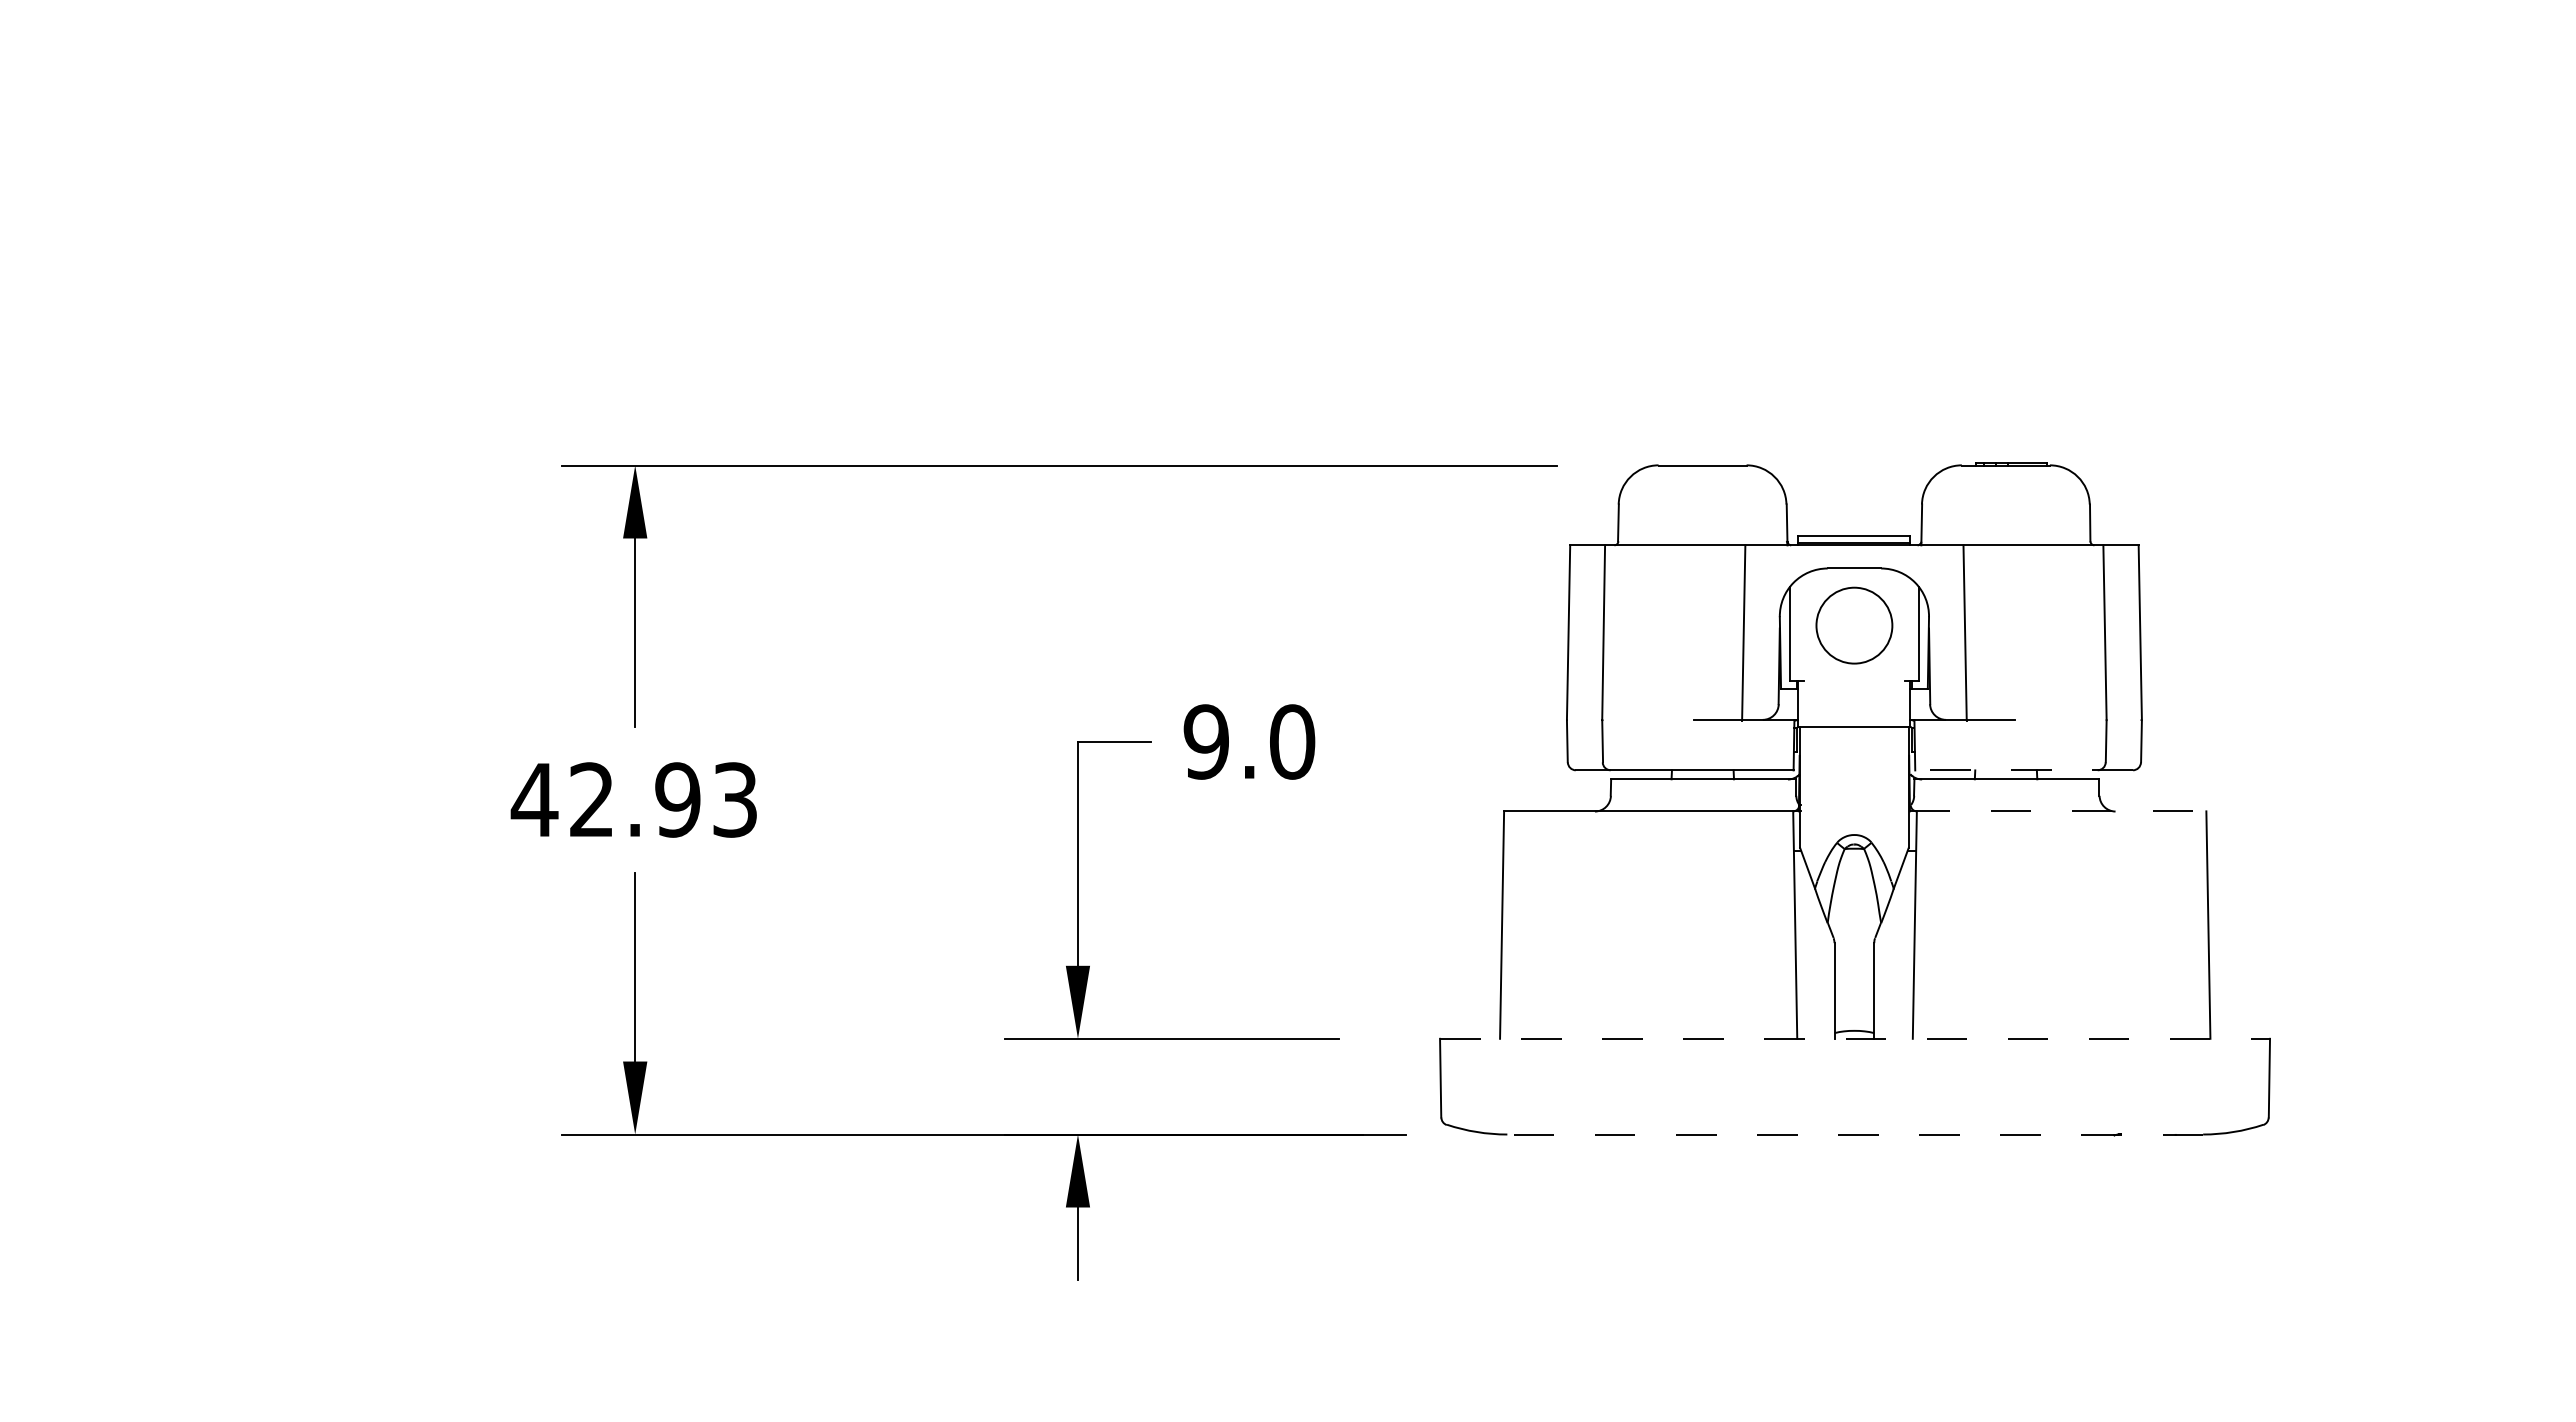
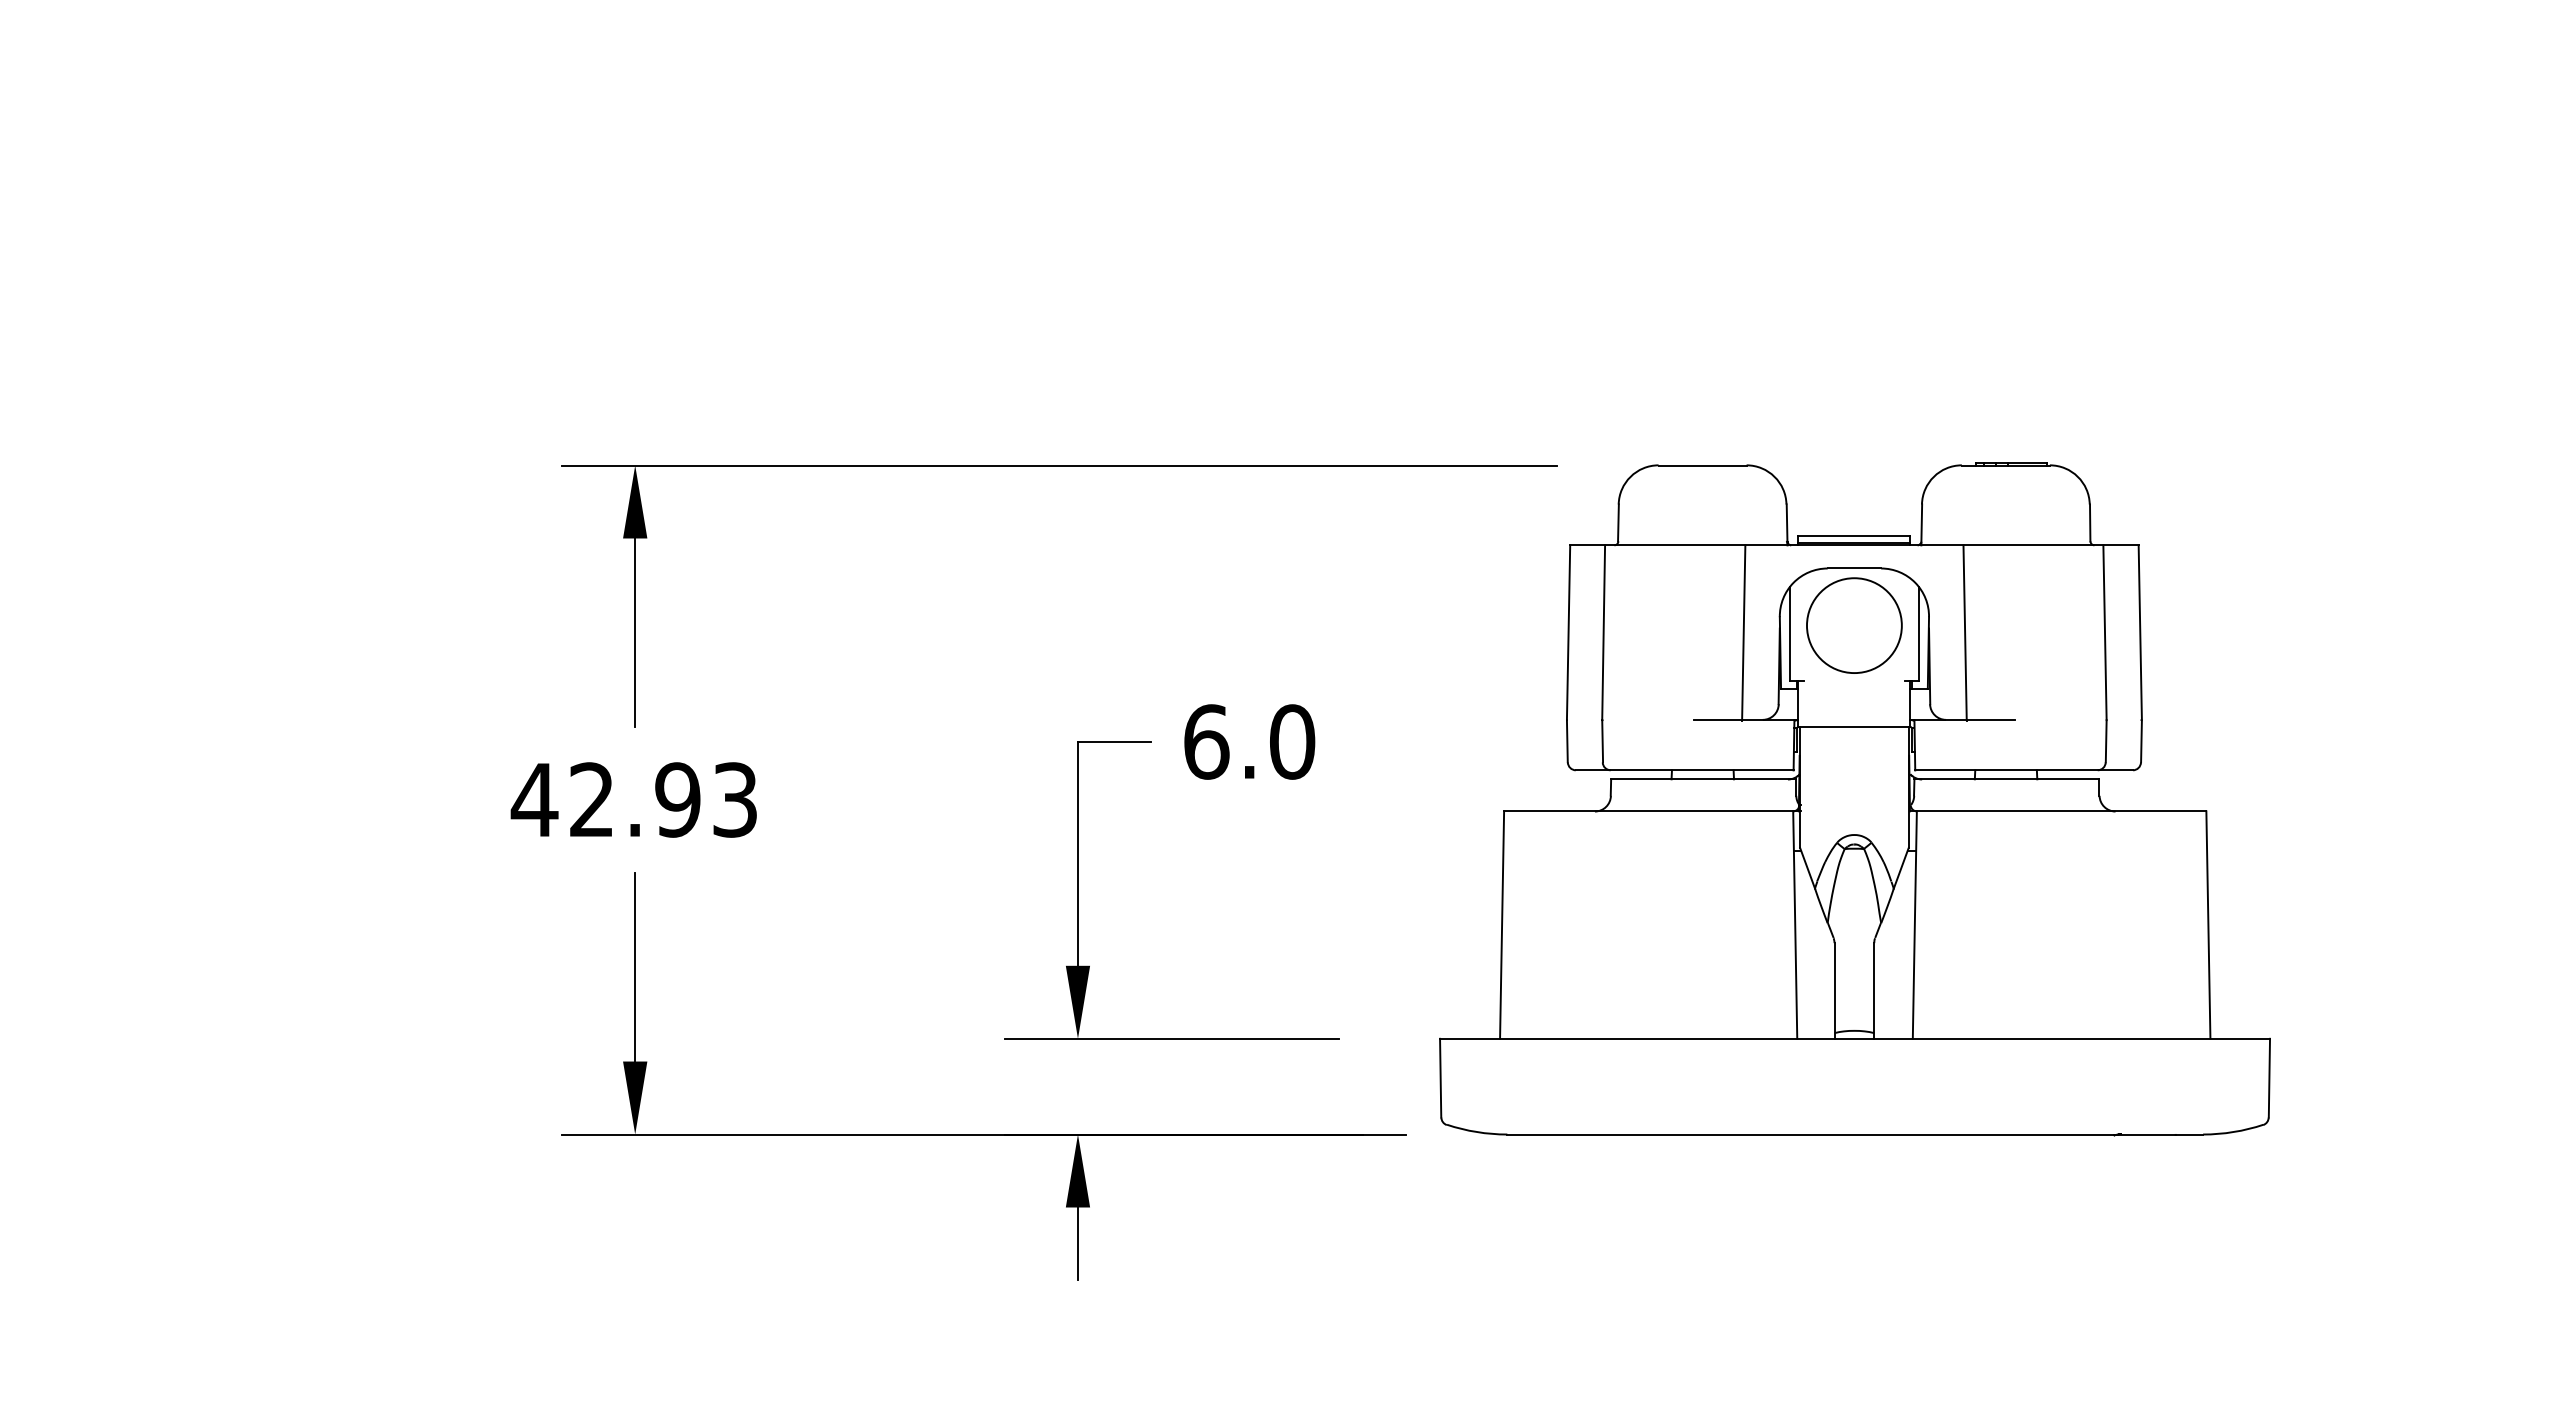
circle at (1854, 625) diameter: 76 px -> 95 px
text at (1206, 741): 9.0 -> 6.0
line at (2024, 770): dashed -> solid
line at (2058, 811): dashed -> solid
line at (1855, 1038): dashed -> solid
line at (1855, 1134): dashed -> solid
